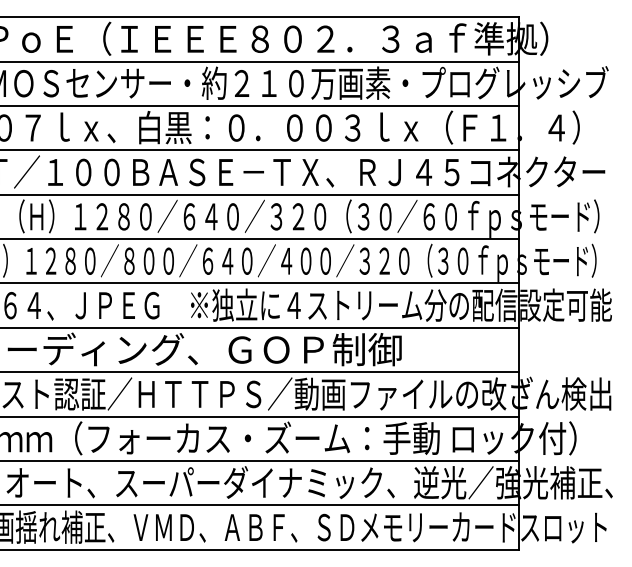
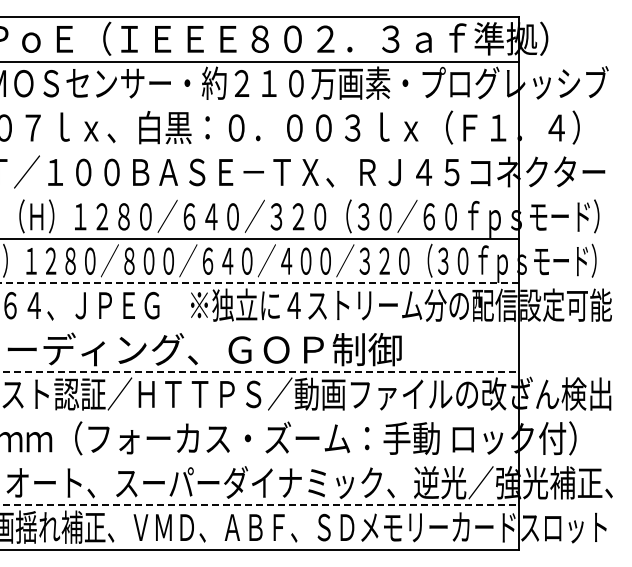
line at (260, 105): present -> none
line at (260, 150): present -> none
line at (260, 194): present -> none
line at (259, 283): solid -> dashed
line at (260, 327): present -> none
line at (259, 372): solid -> dashed
line at (260, 416): present -> none
line at (260, 461): present -> none
line at (259, 505): solid -> dashed
